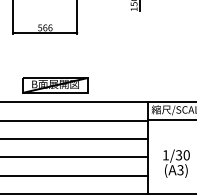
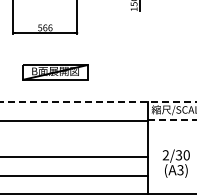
part at (55, 85) position: (55, 85) -> (55, 72)
line at (98, 102): solid -> dashed
line at (172, 119): solid -> dashed
line at (75, 139): present -> none
text at (165, 155): 1/30 -> 2/30
